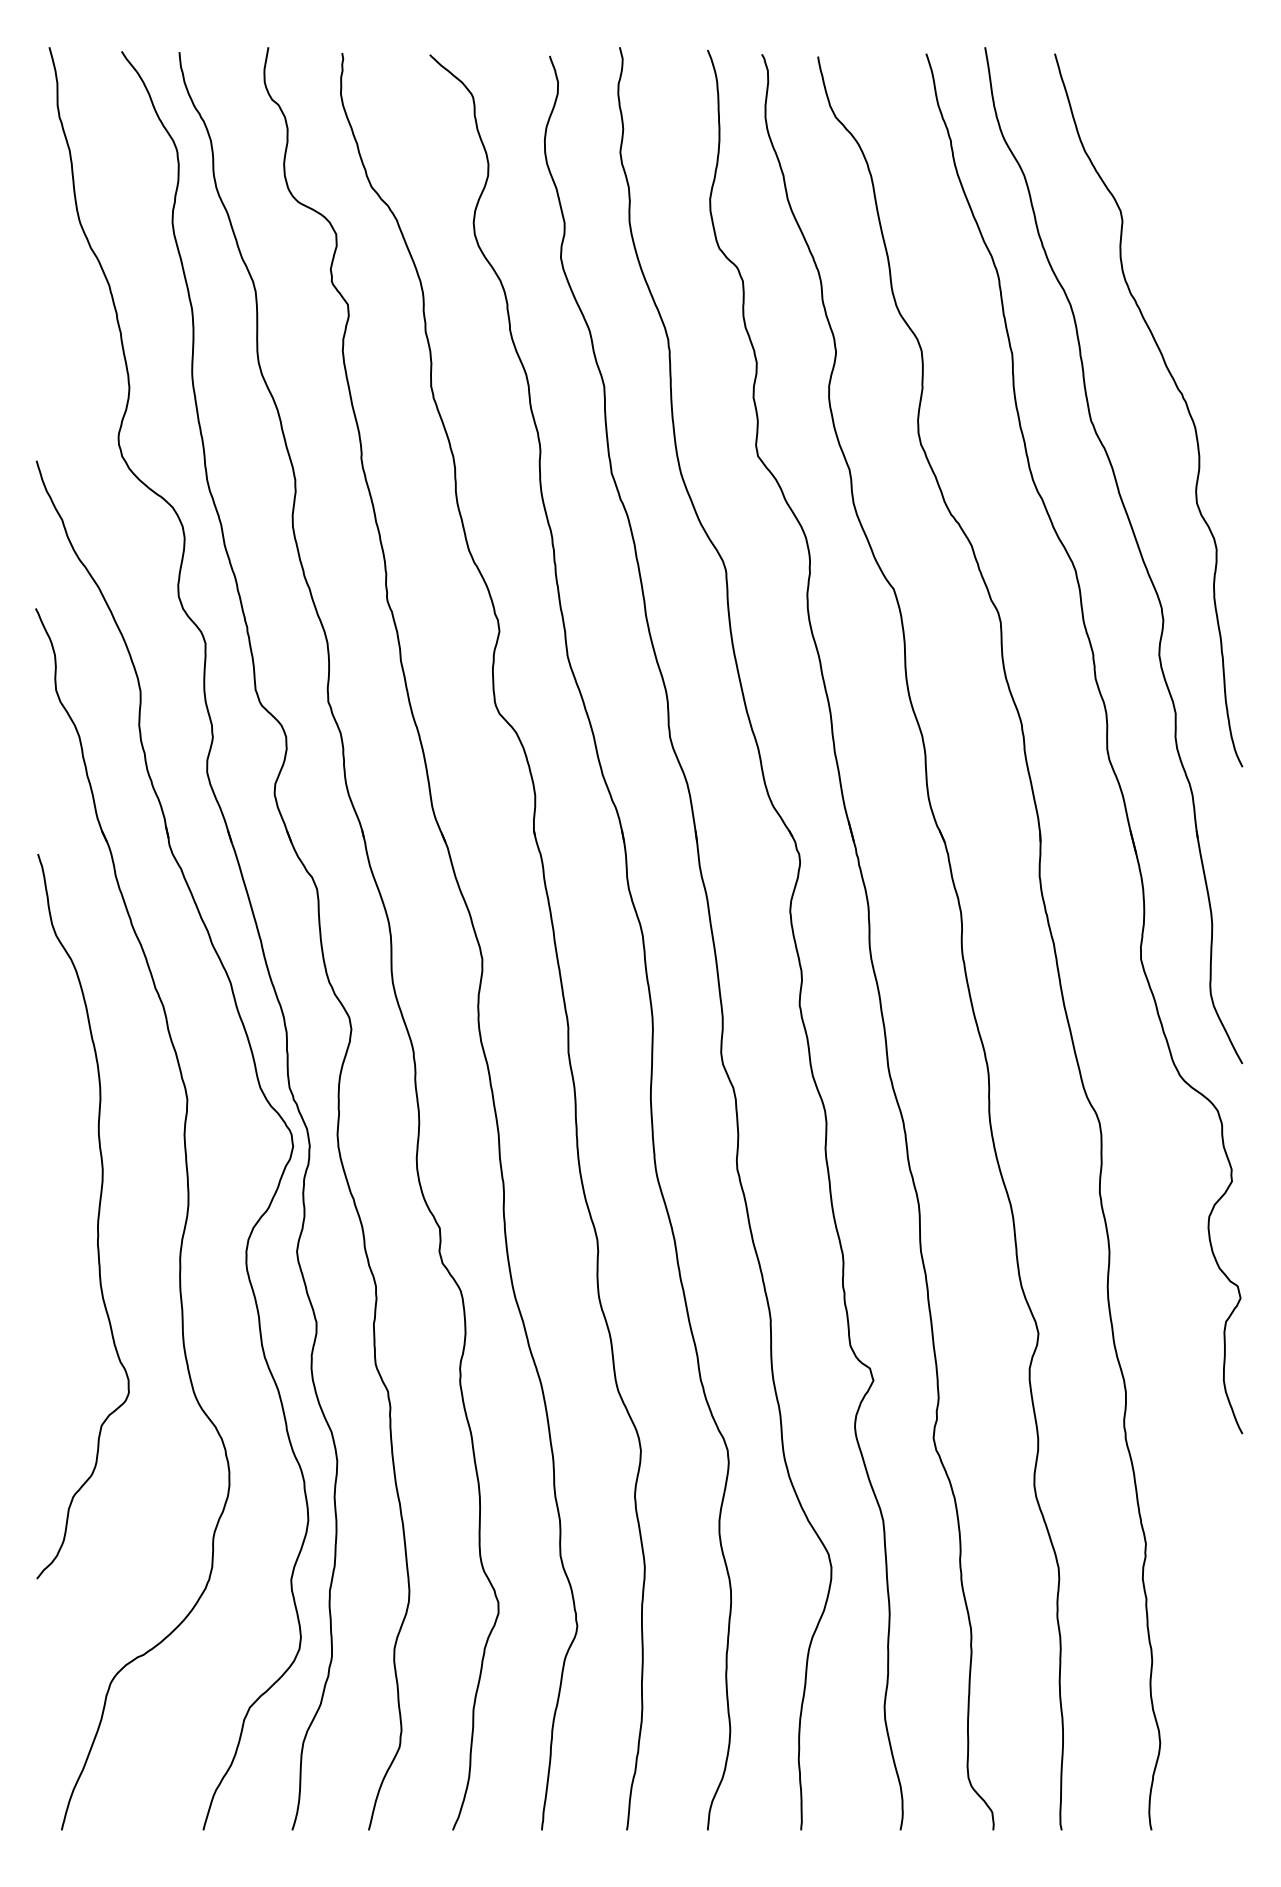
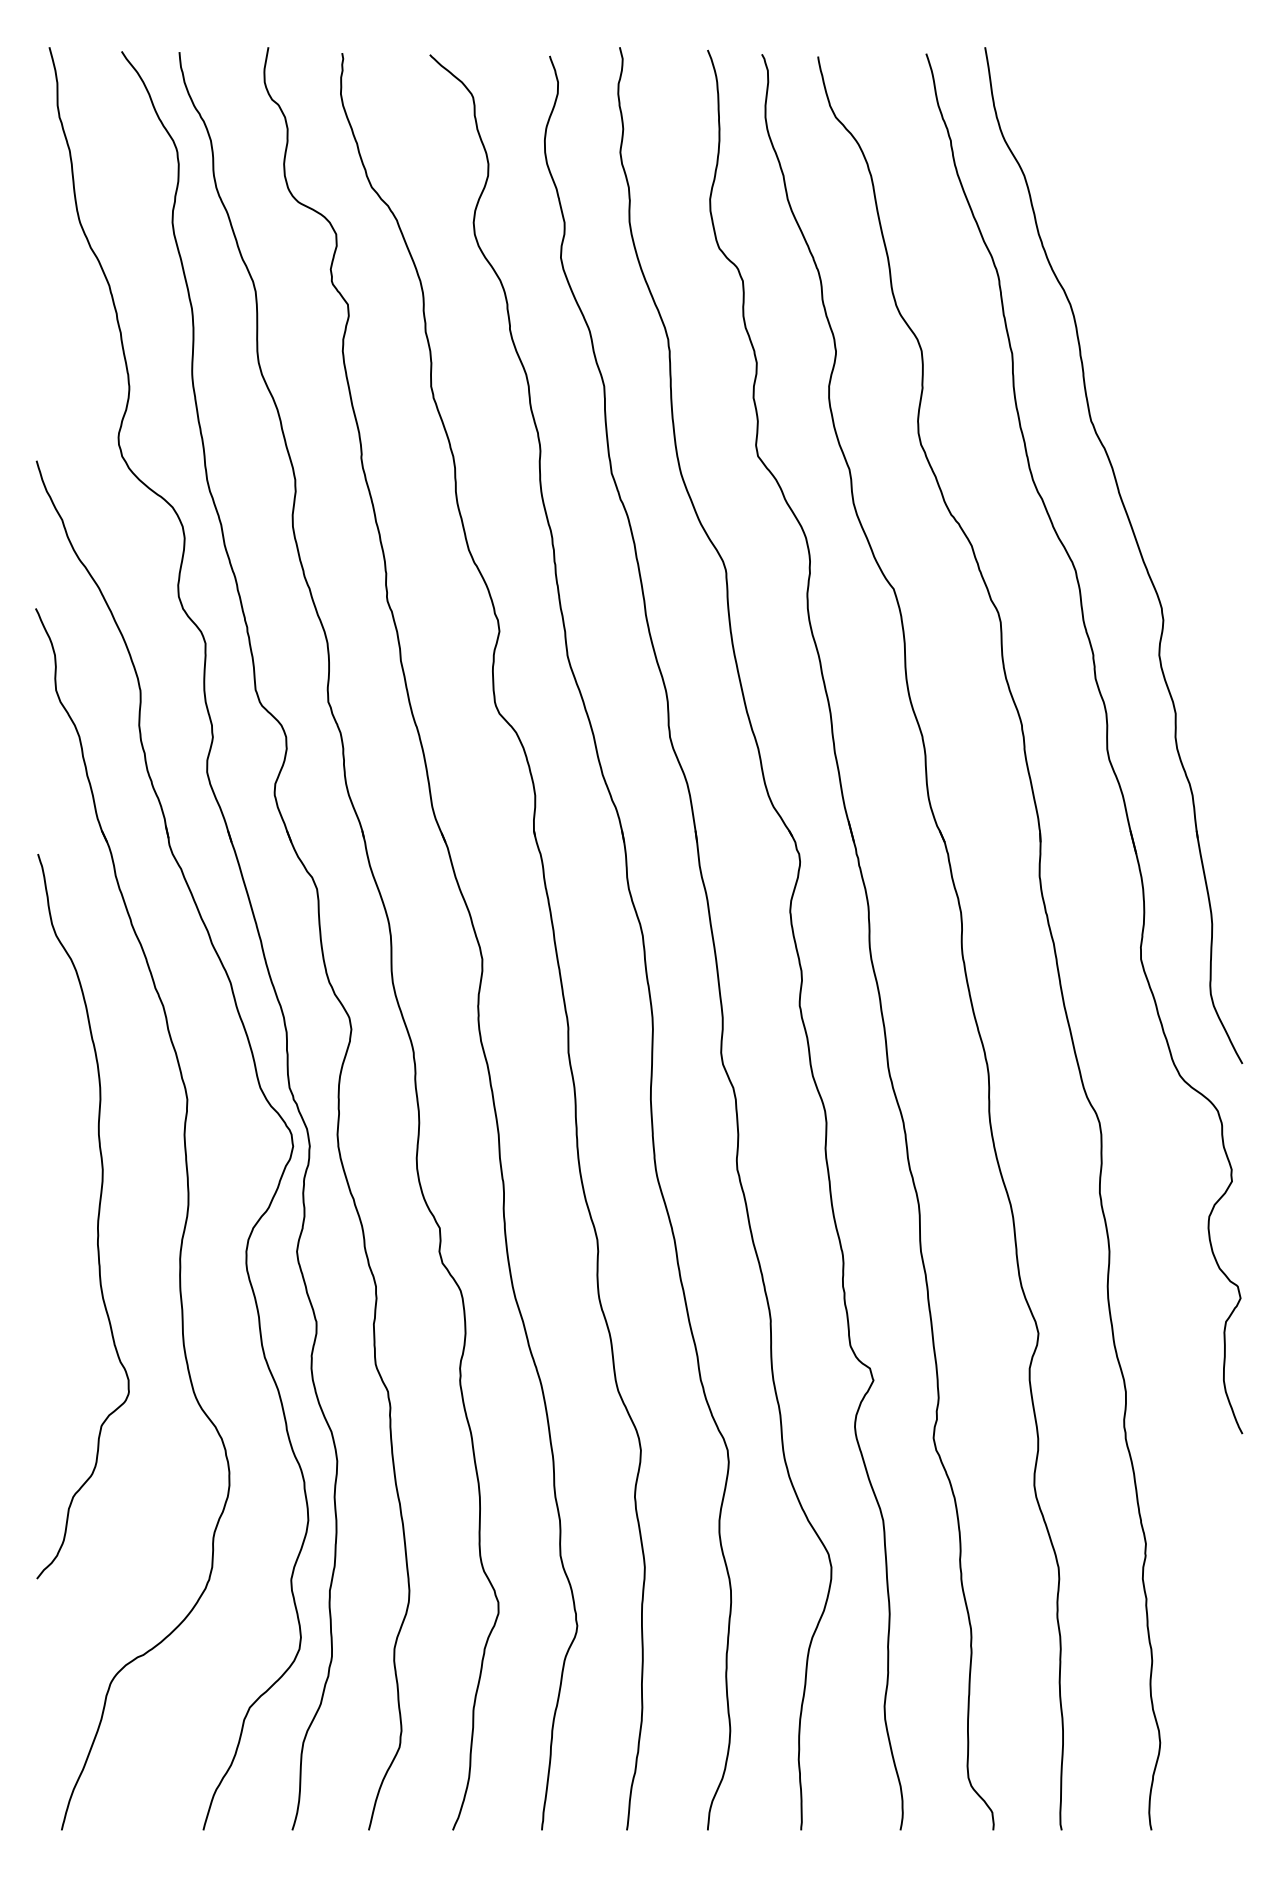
curve at (1178, 391): present -> none
